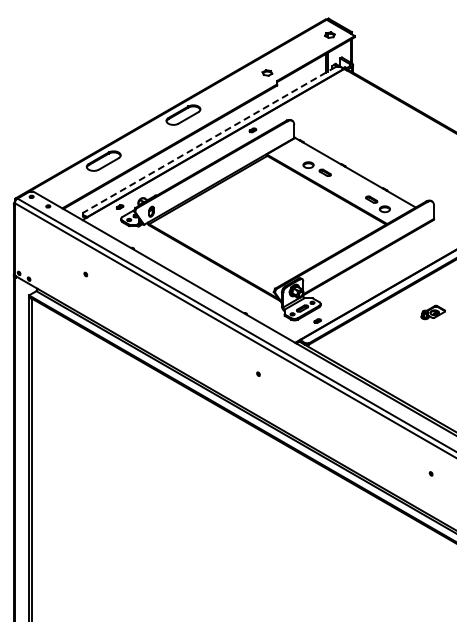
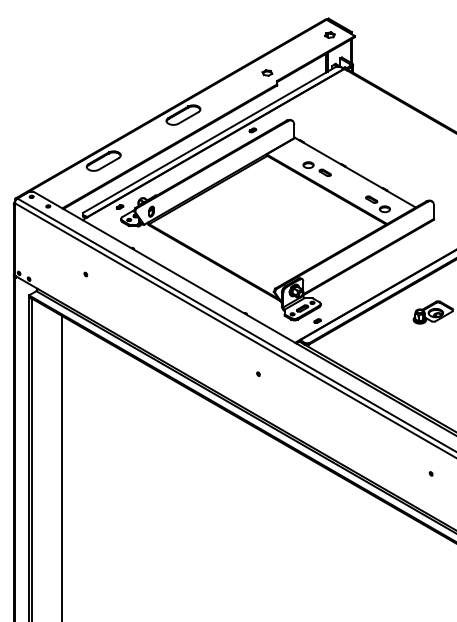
line at (209, 139): dashed -> solid
part at (432, 312) size: 26x17 px -> 42x25 px
line at (62, 467): none -> present
